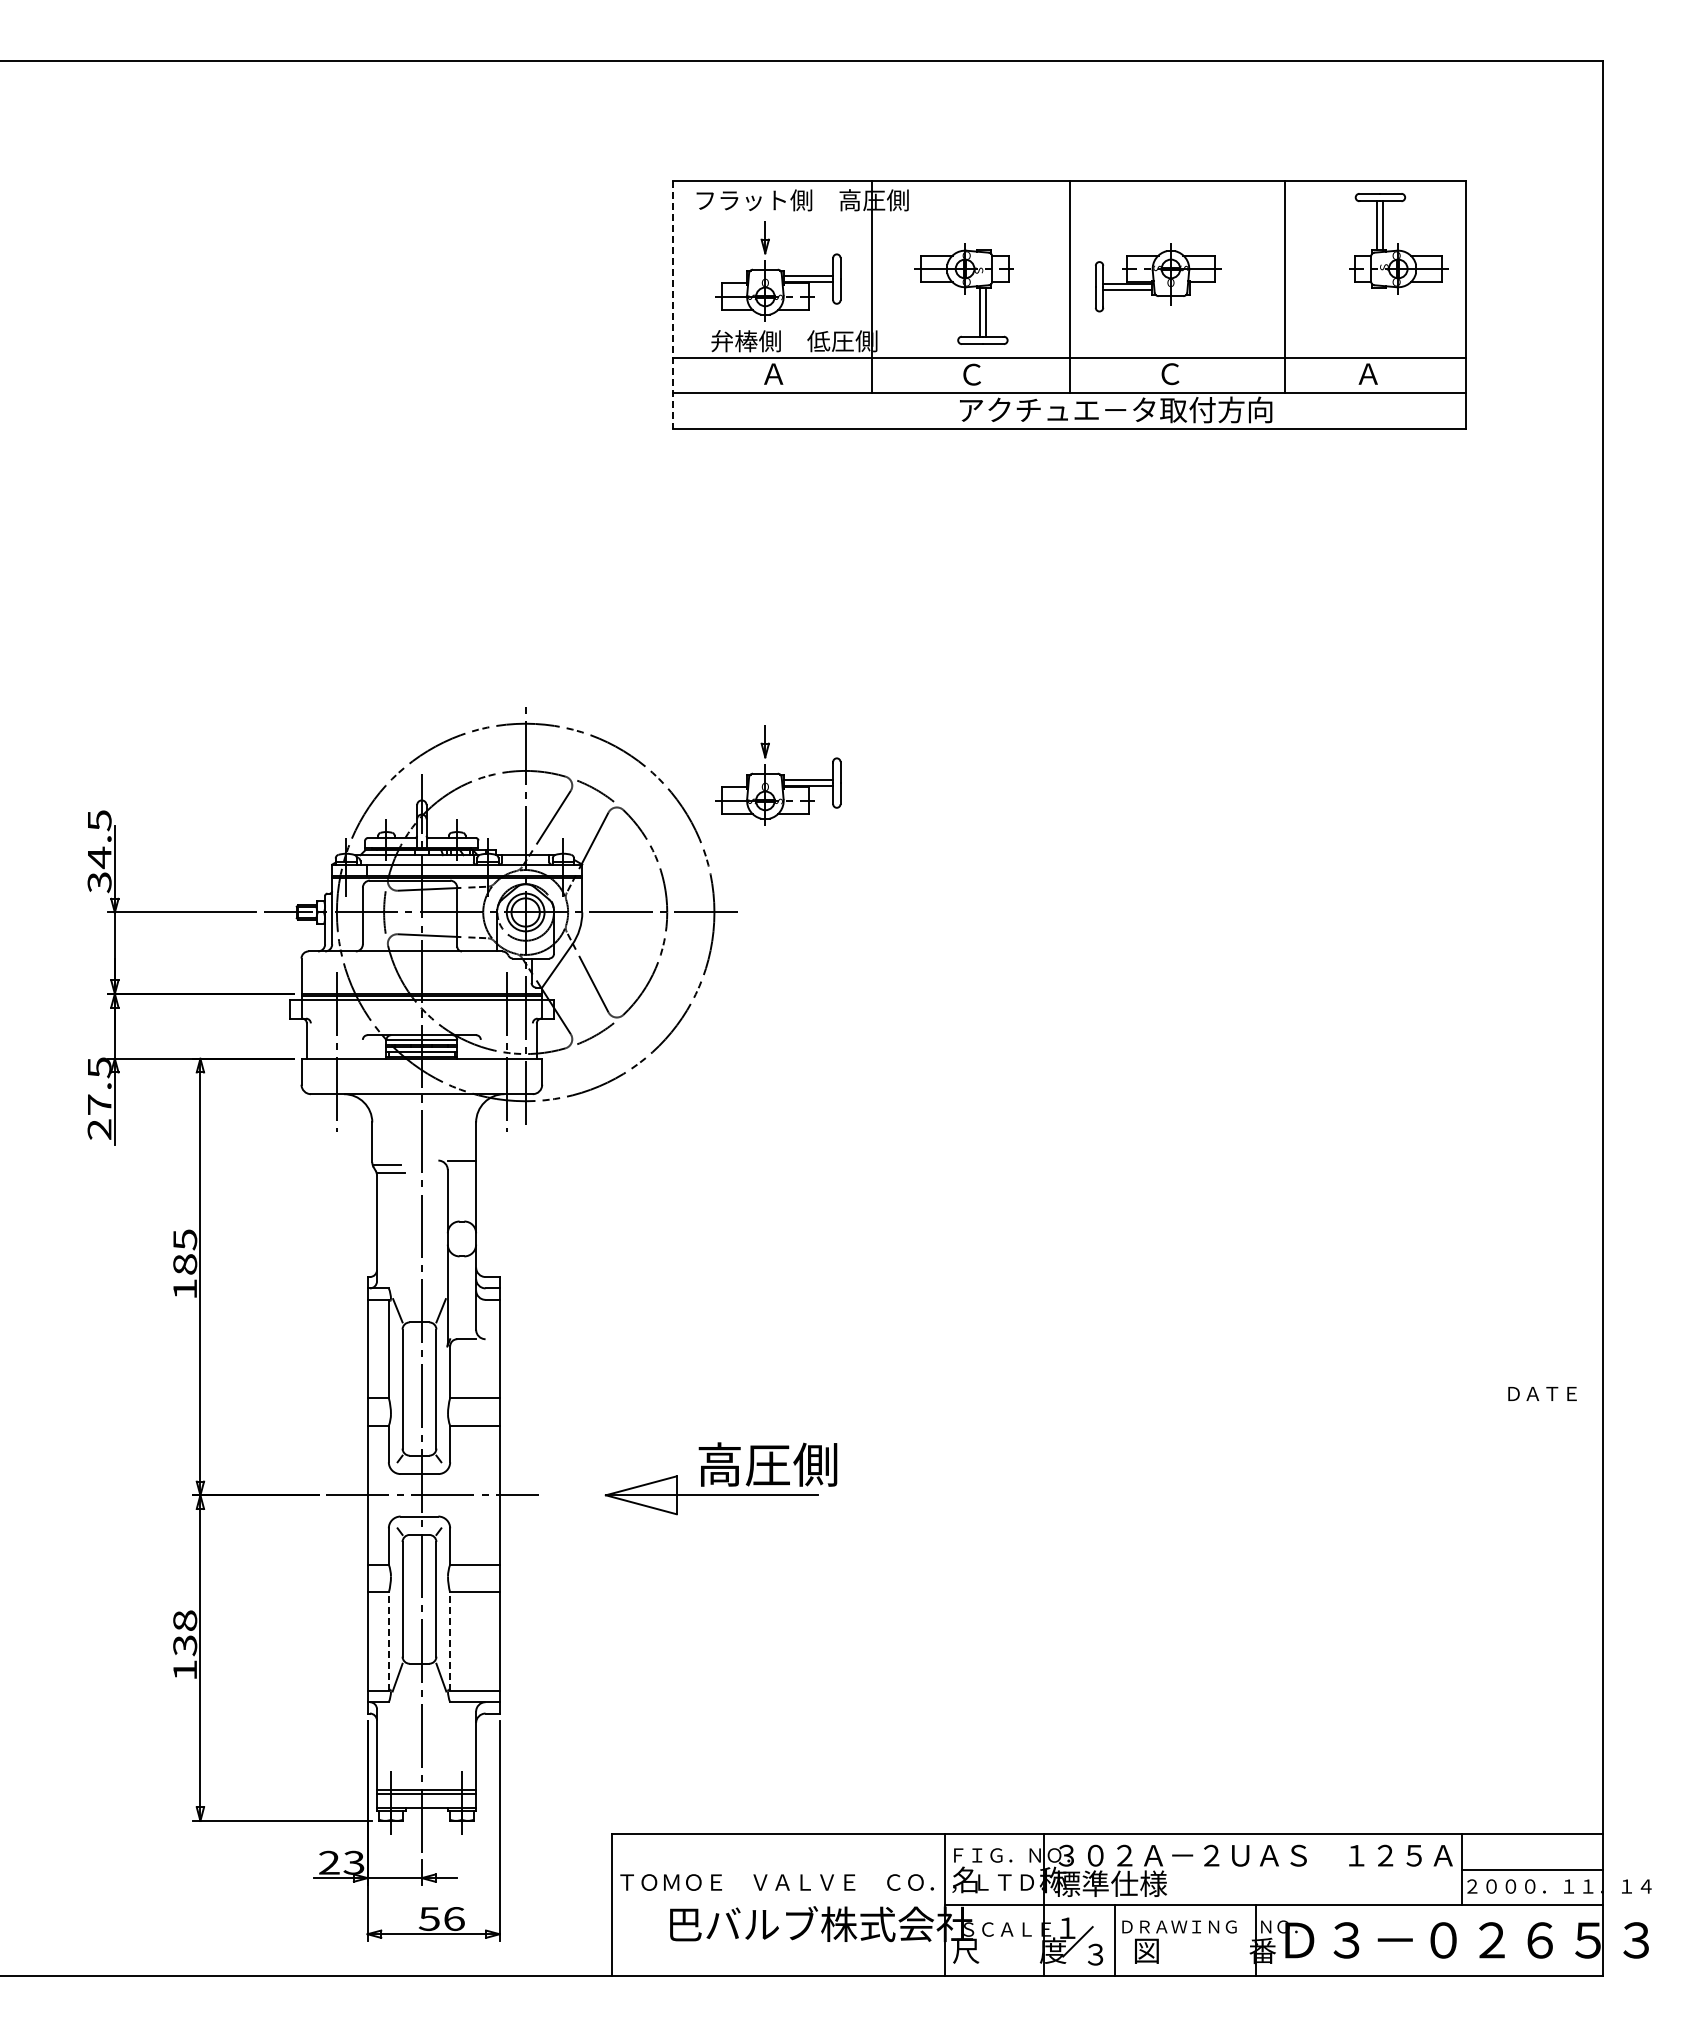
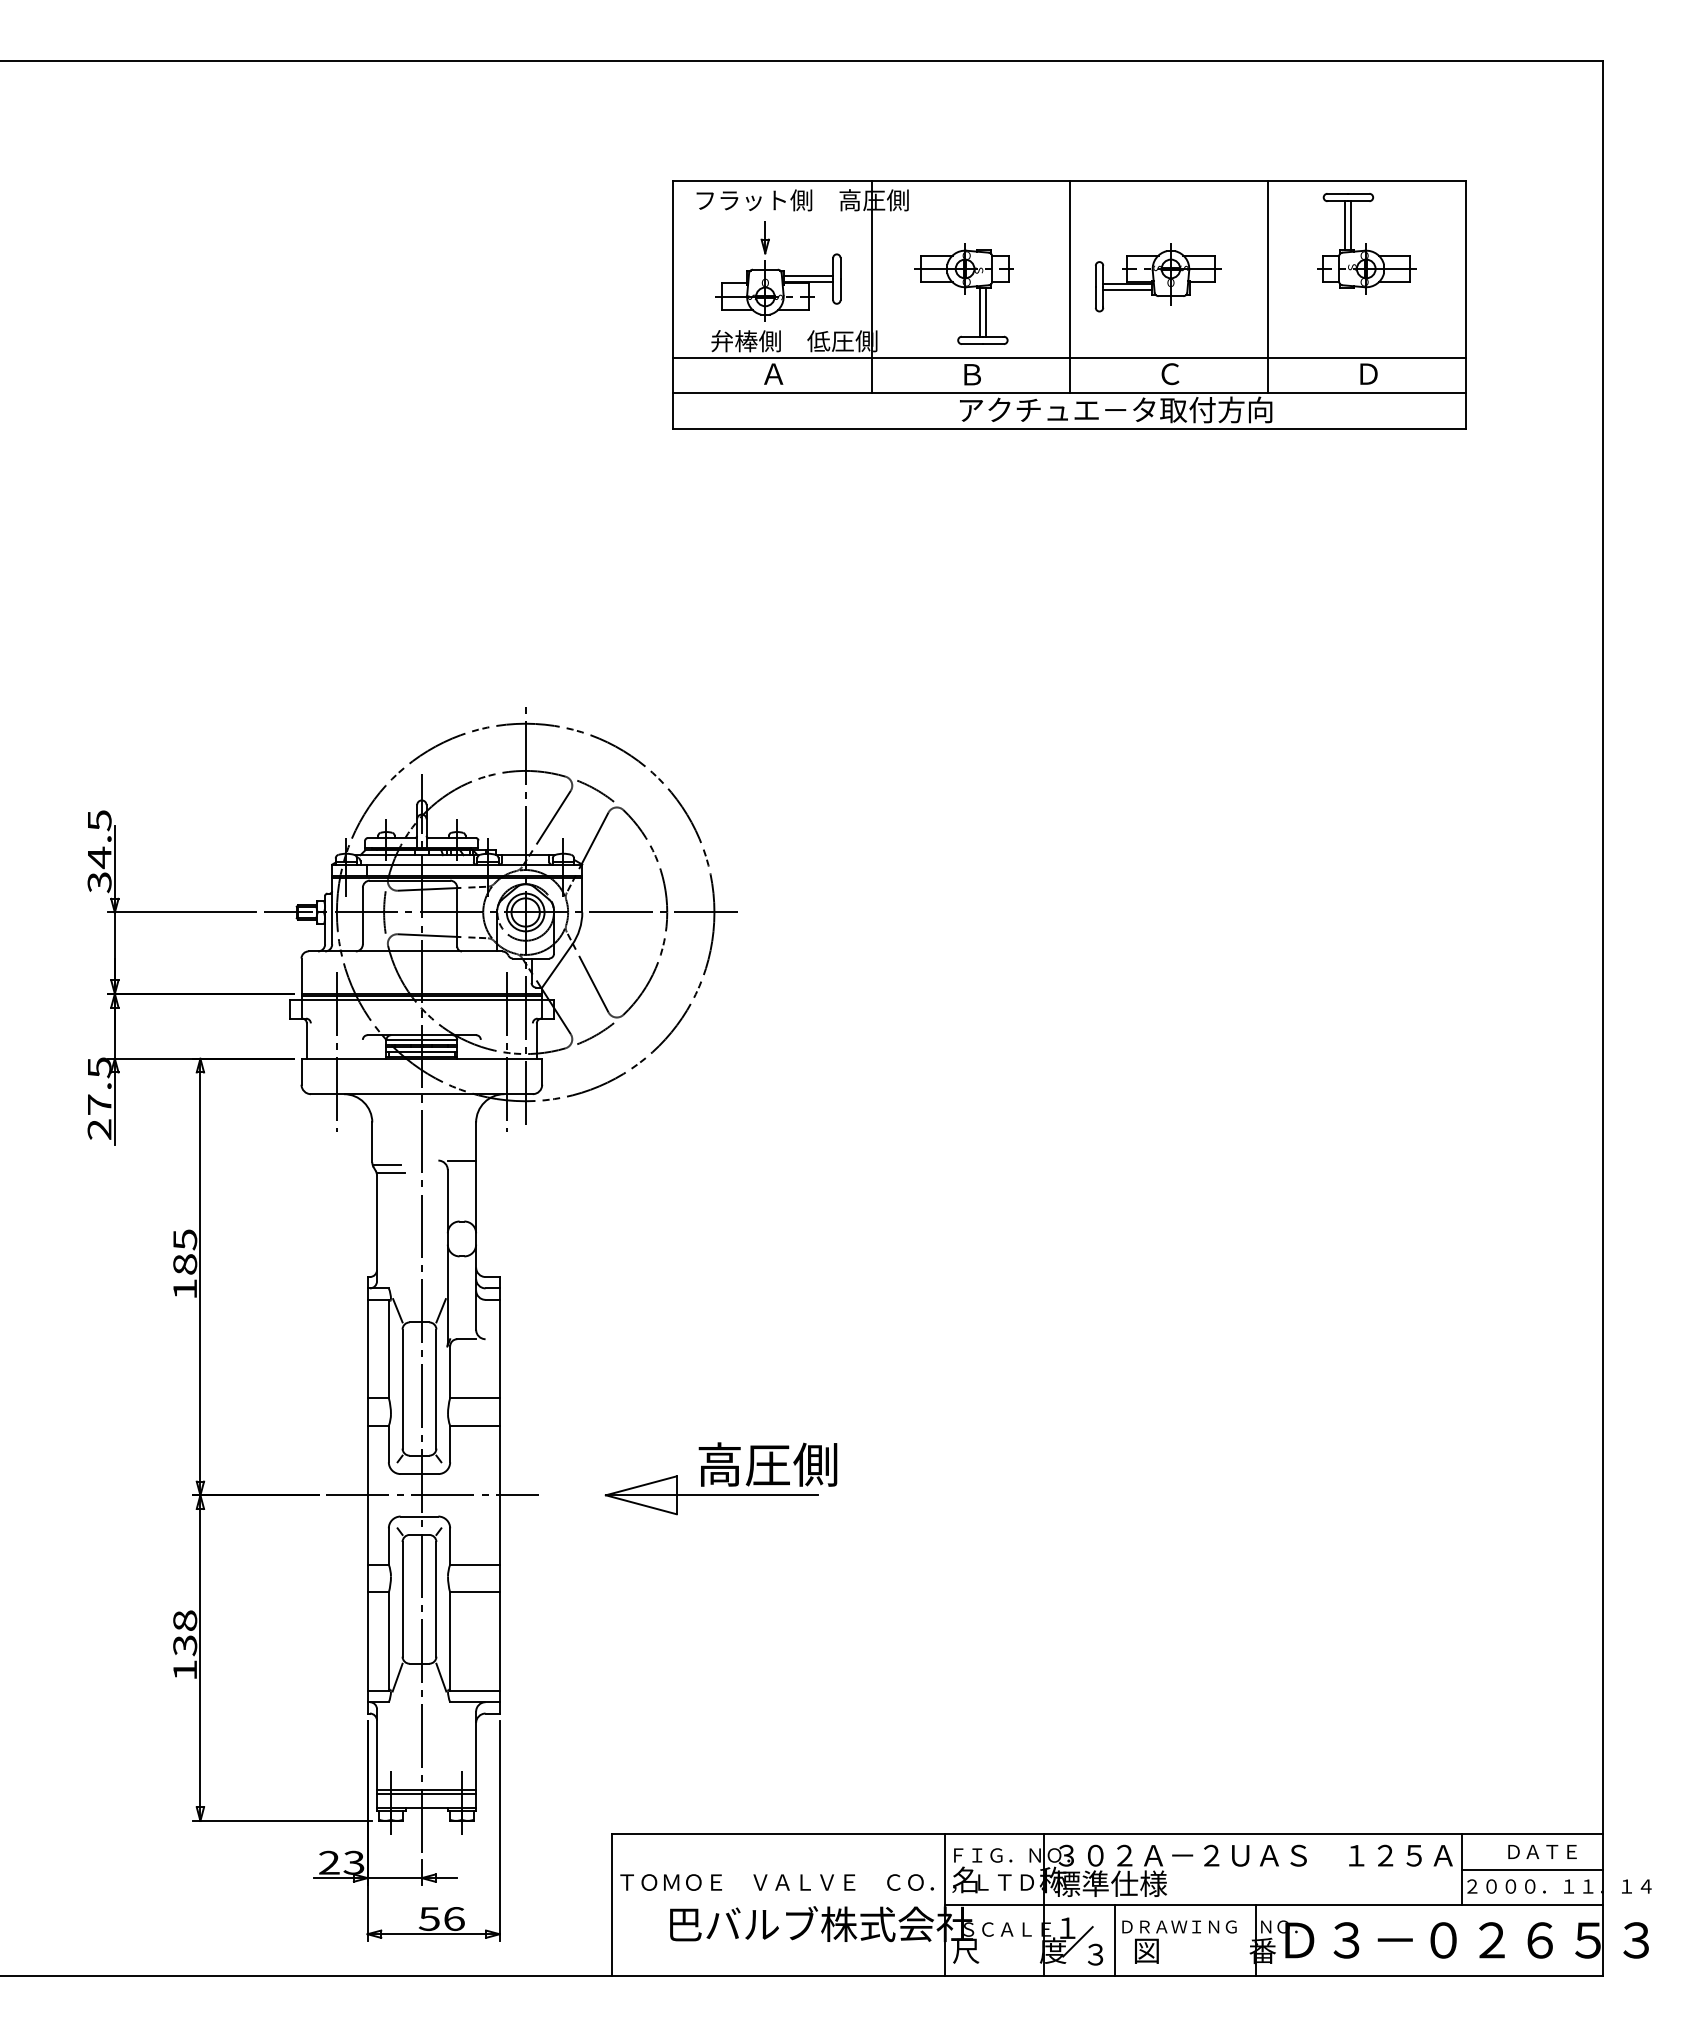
part at (1398, 243) position: (1398, 243) -> (1366, 243)
line at (1285, 286) position: (1285, 286) -> (1268, 286)
line at (673, 304): dashed -> solid
text at (1367, 373): Ａ -> Ｄ
text at (971, 374): Ｃ -> Ｂ
part at (778, 775): present -> none
text at (1542, 1393) position: (1542, 1393) -> (1542, 1851)
line at (388, 1641): dashed -> solid
line at (450, 1641): dashed -> solid
